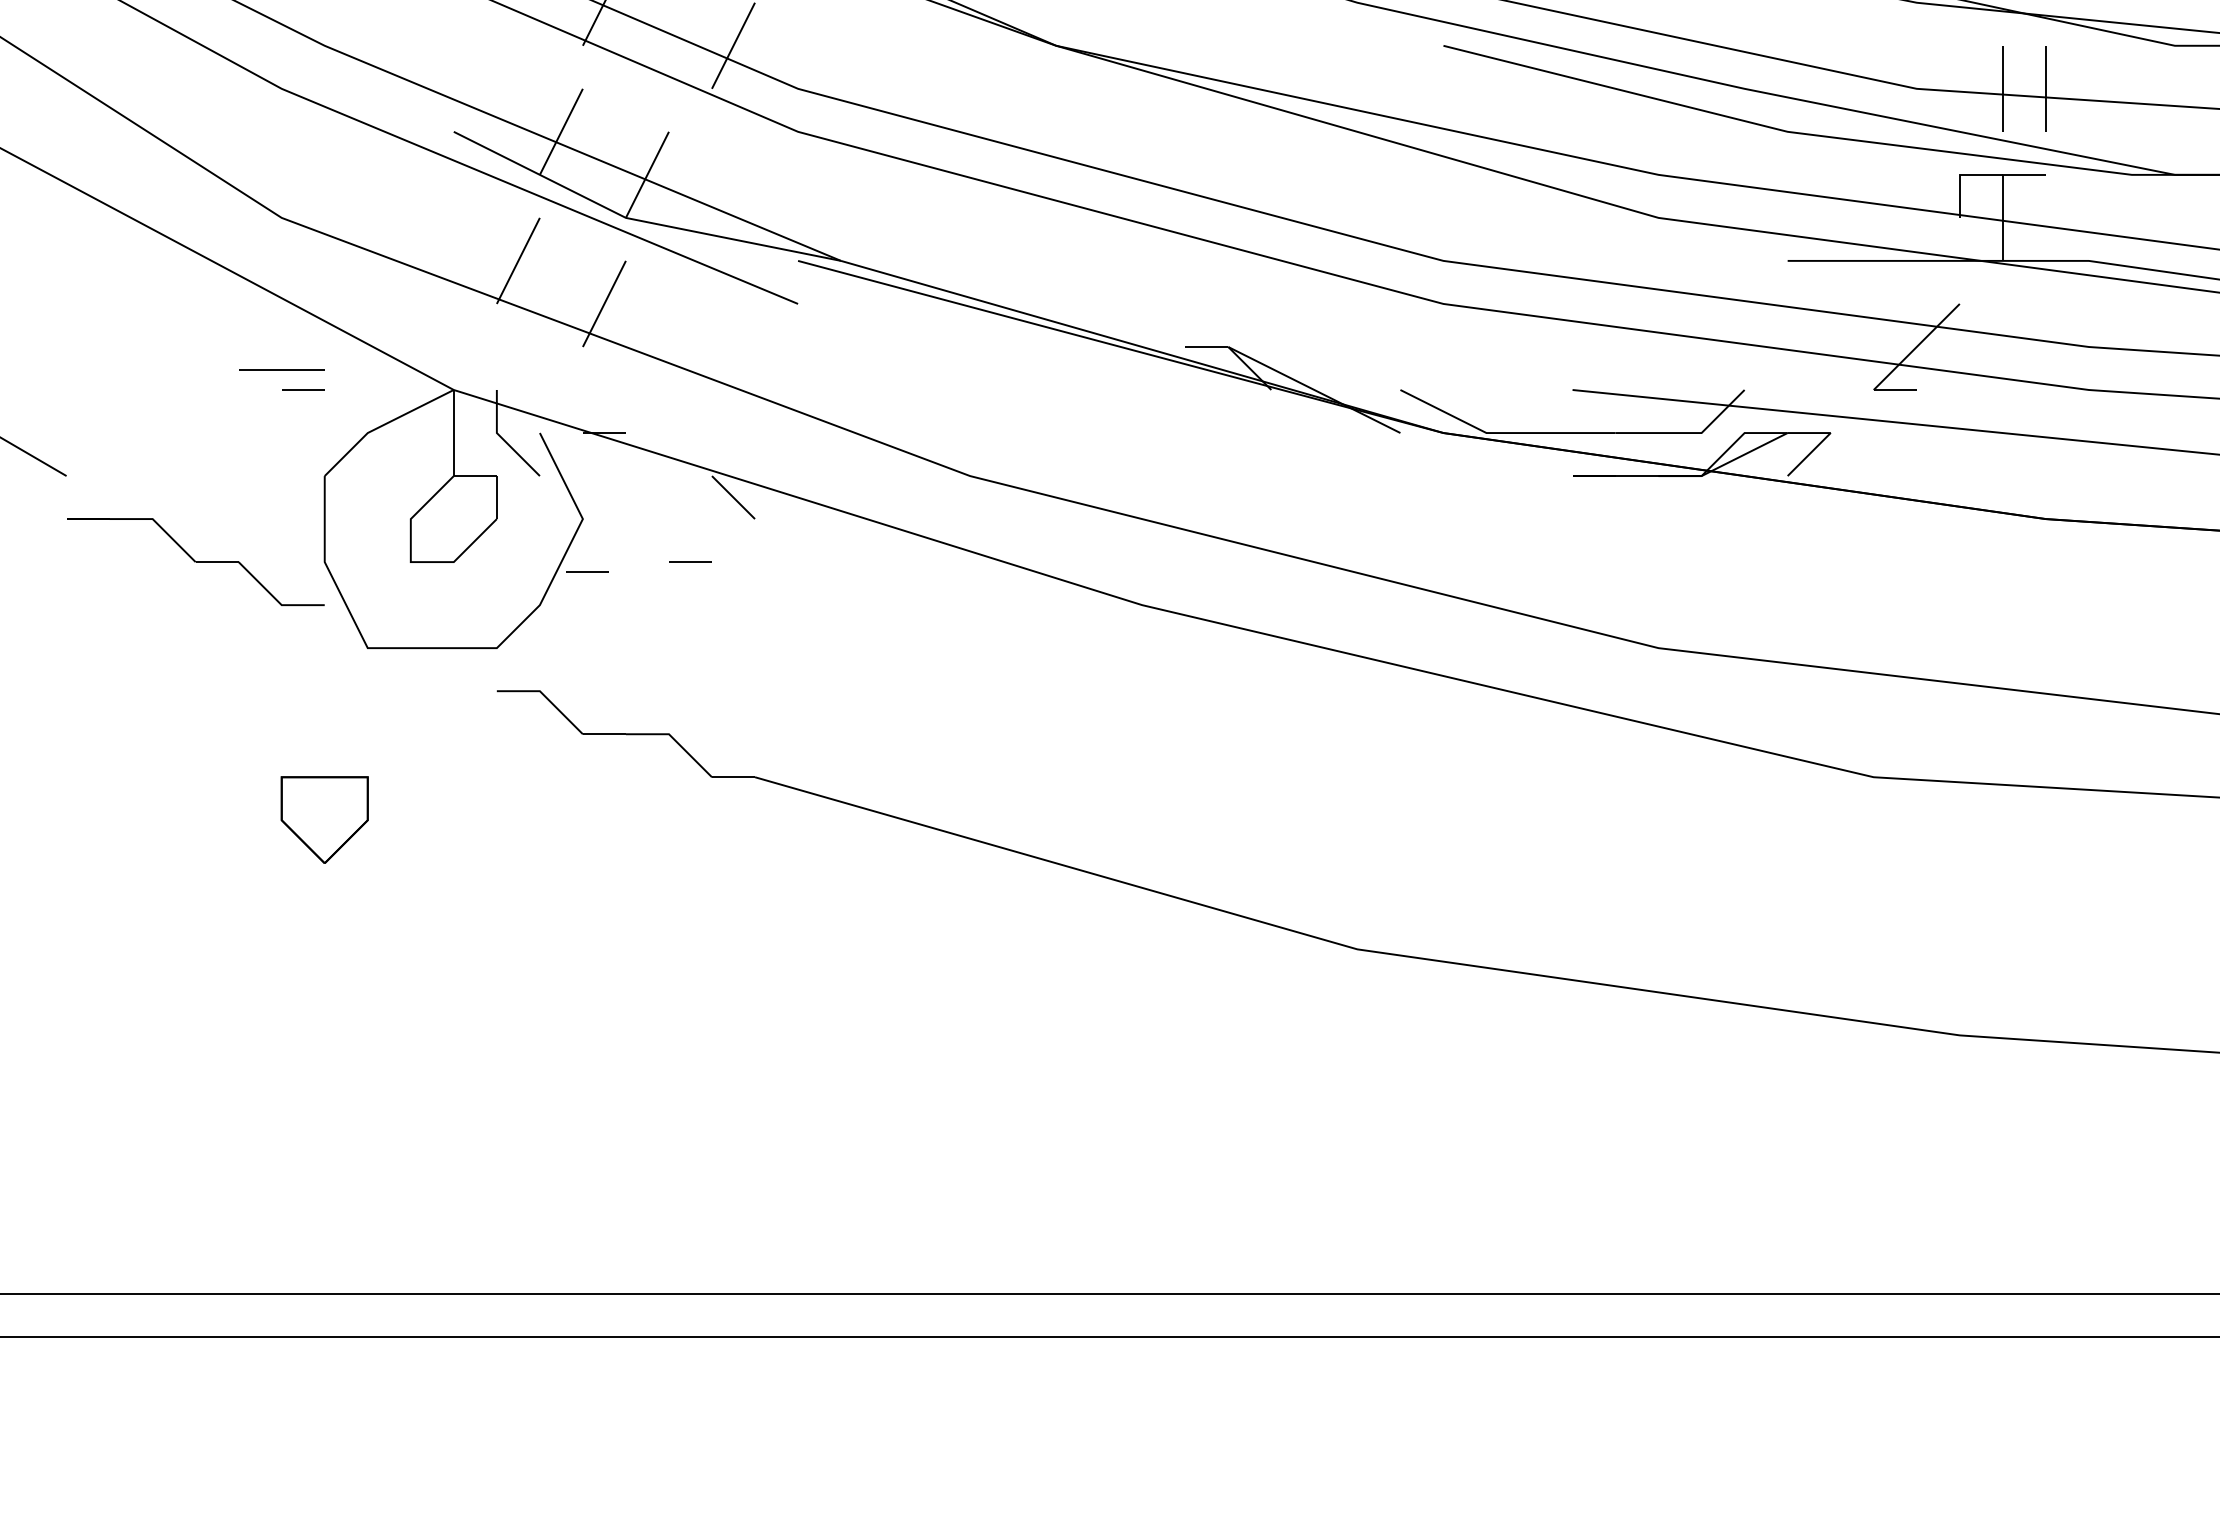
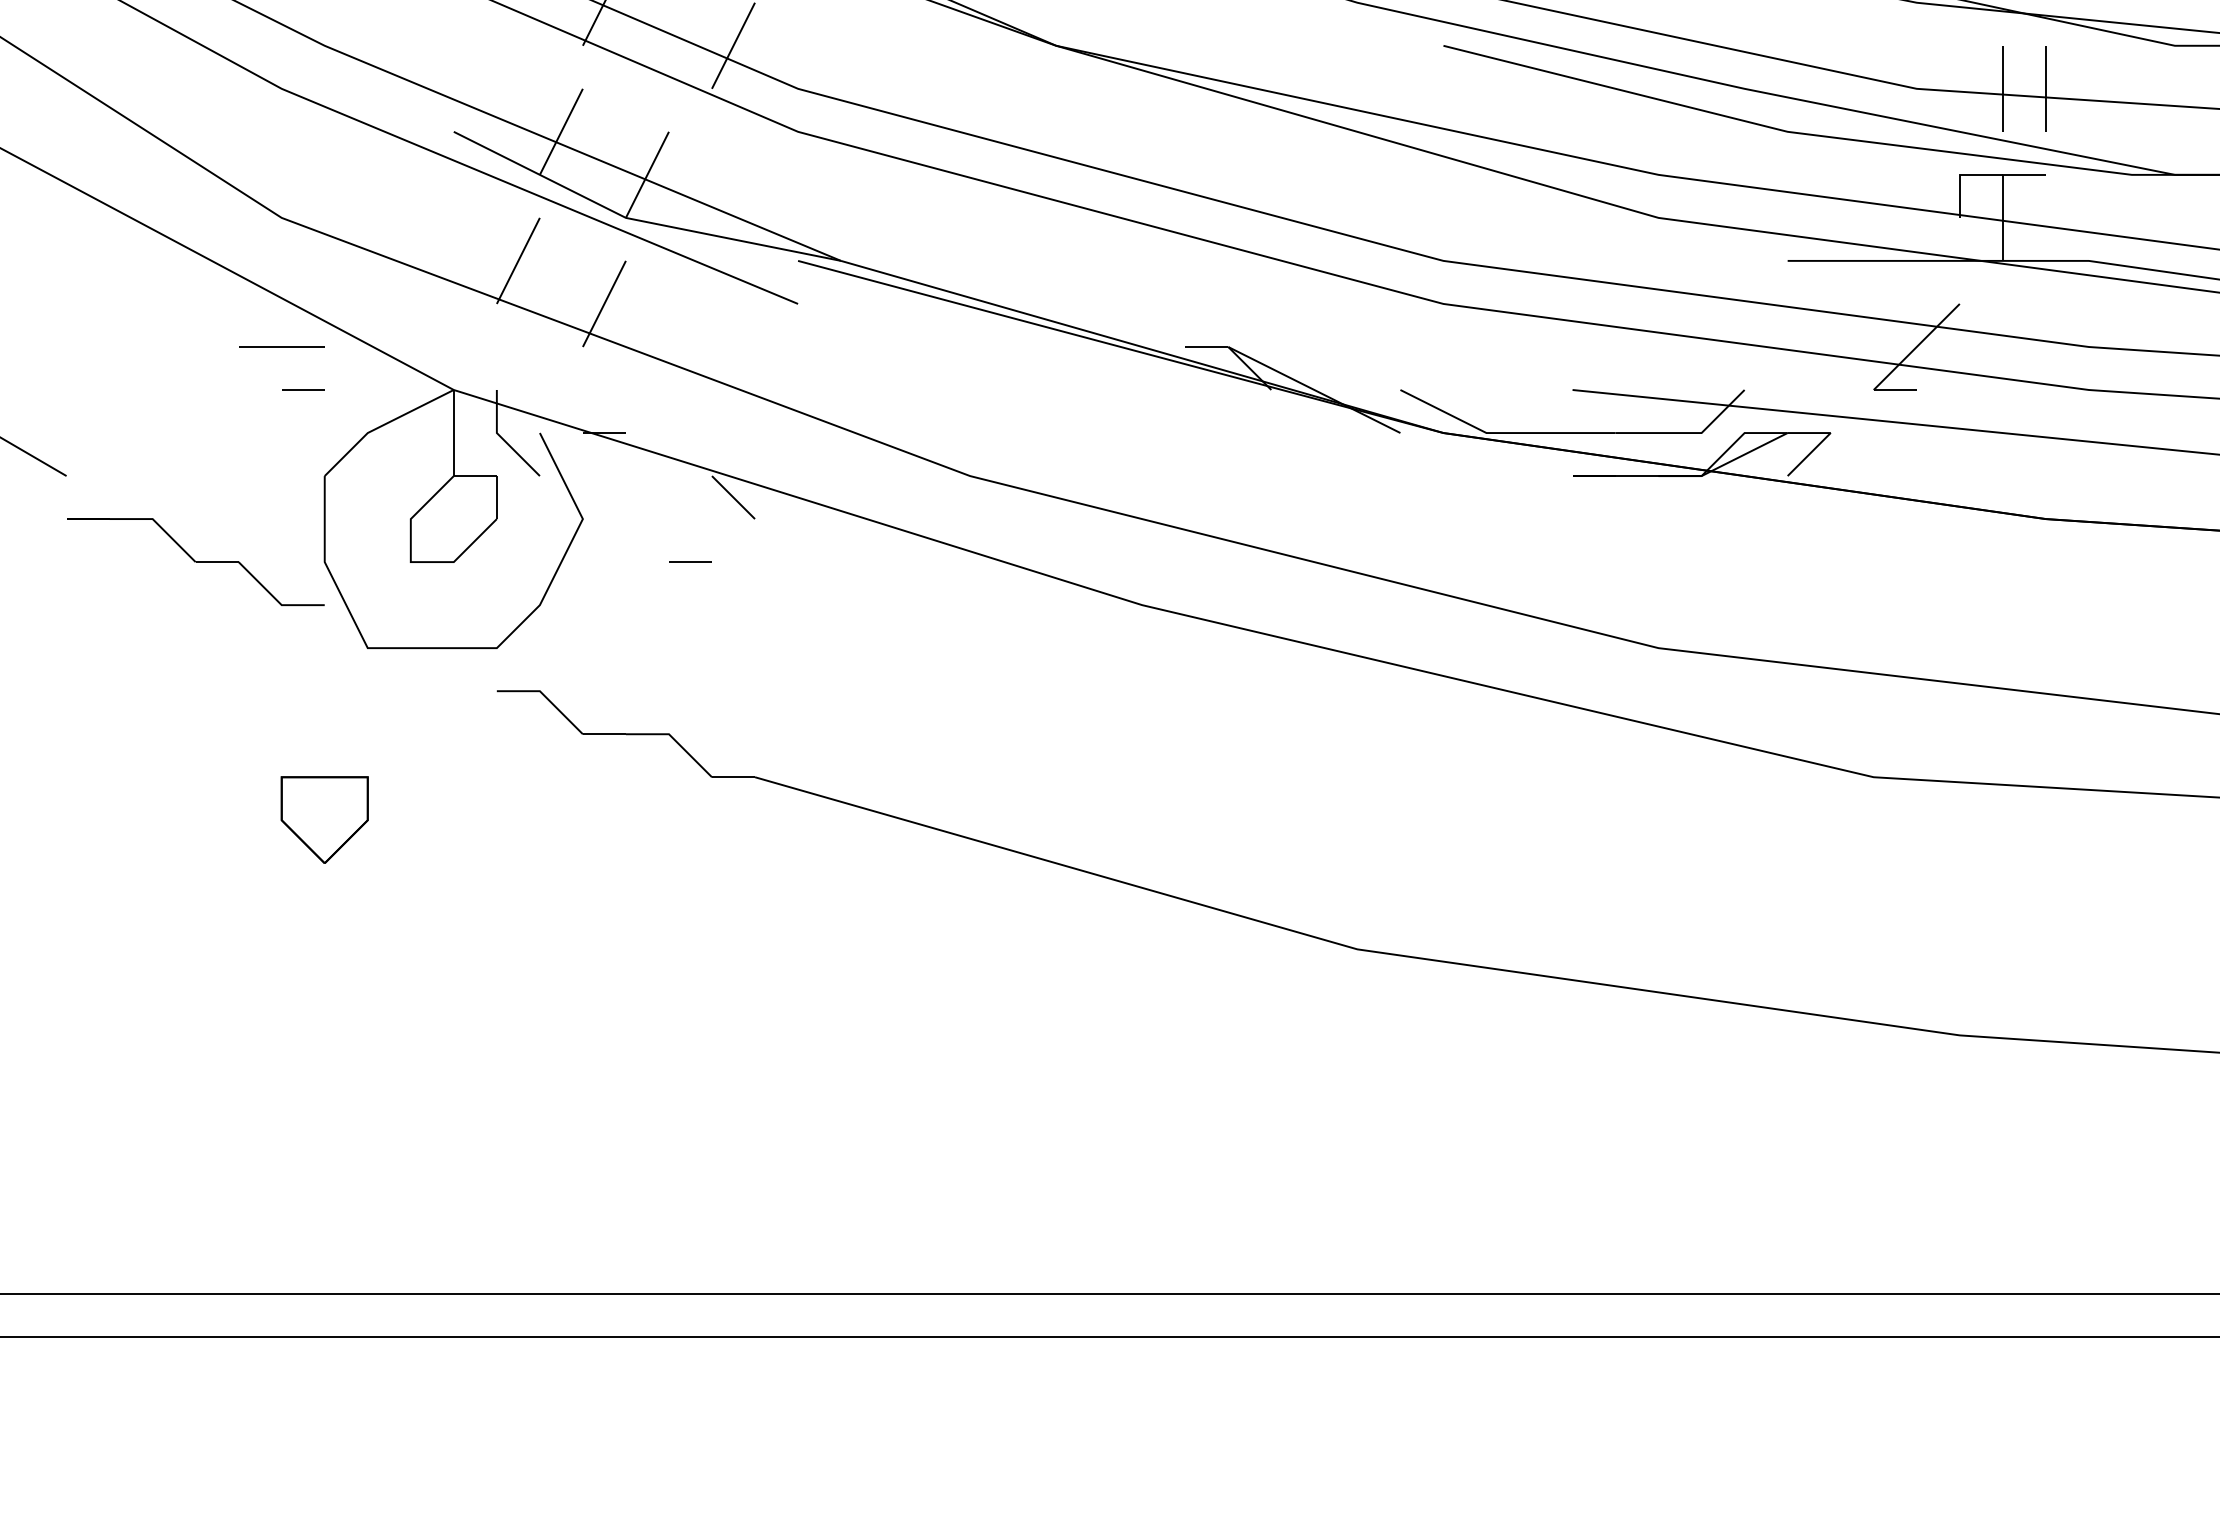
line at (281, 369) position: (281, 369) -> (281, 346)
line at (587, 571): present -> none
